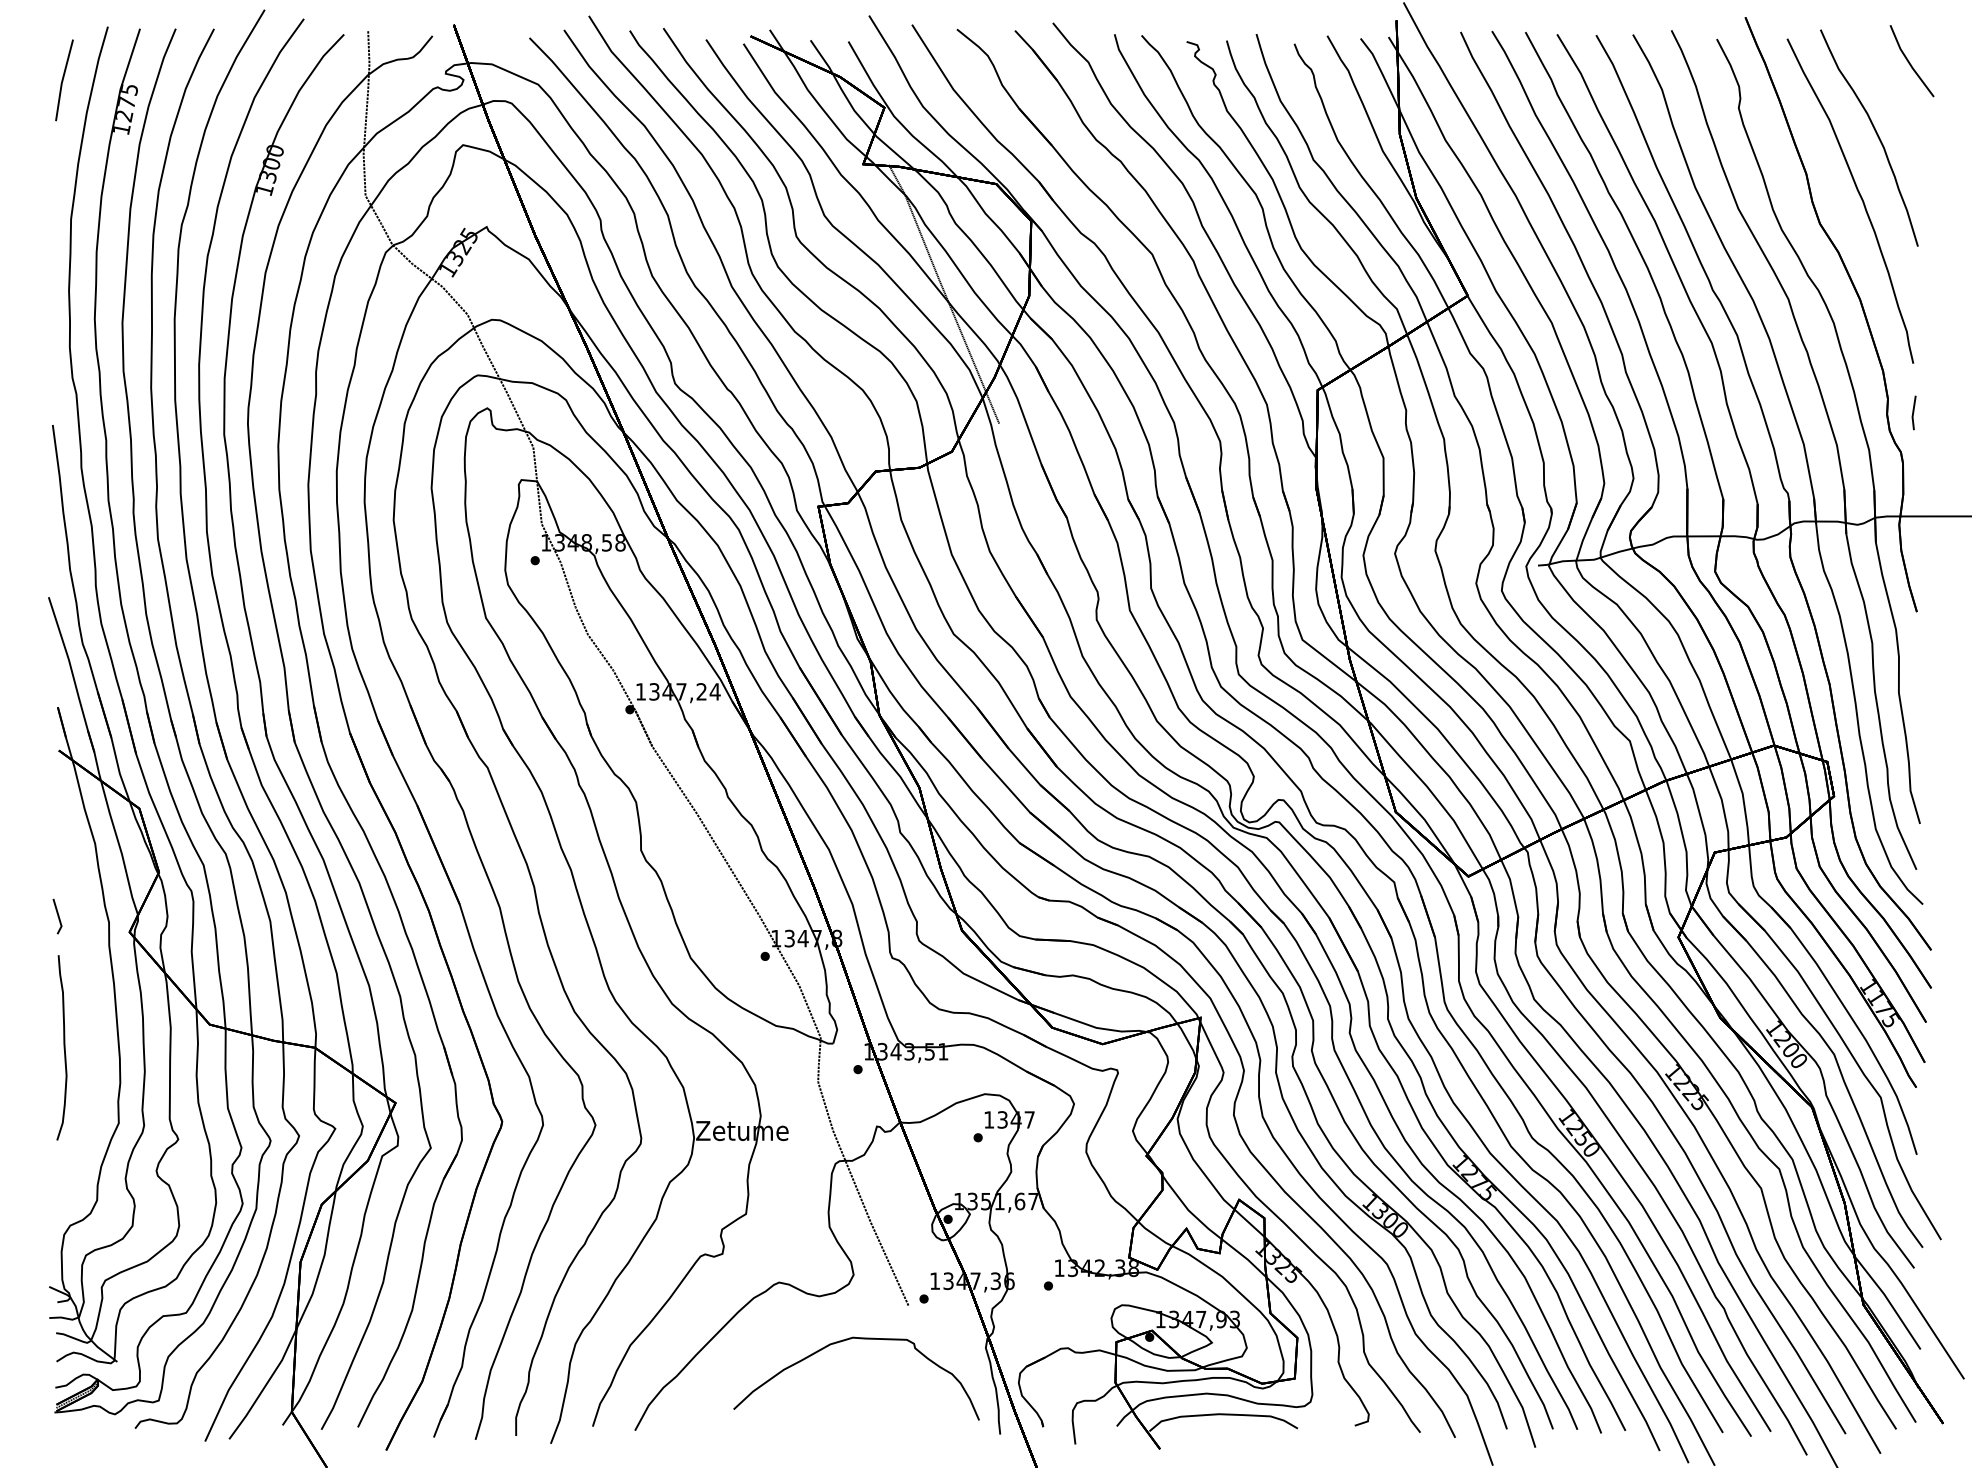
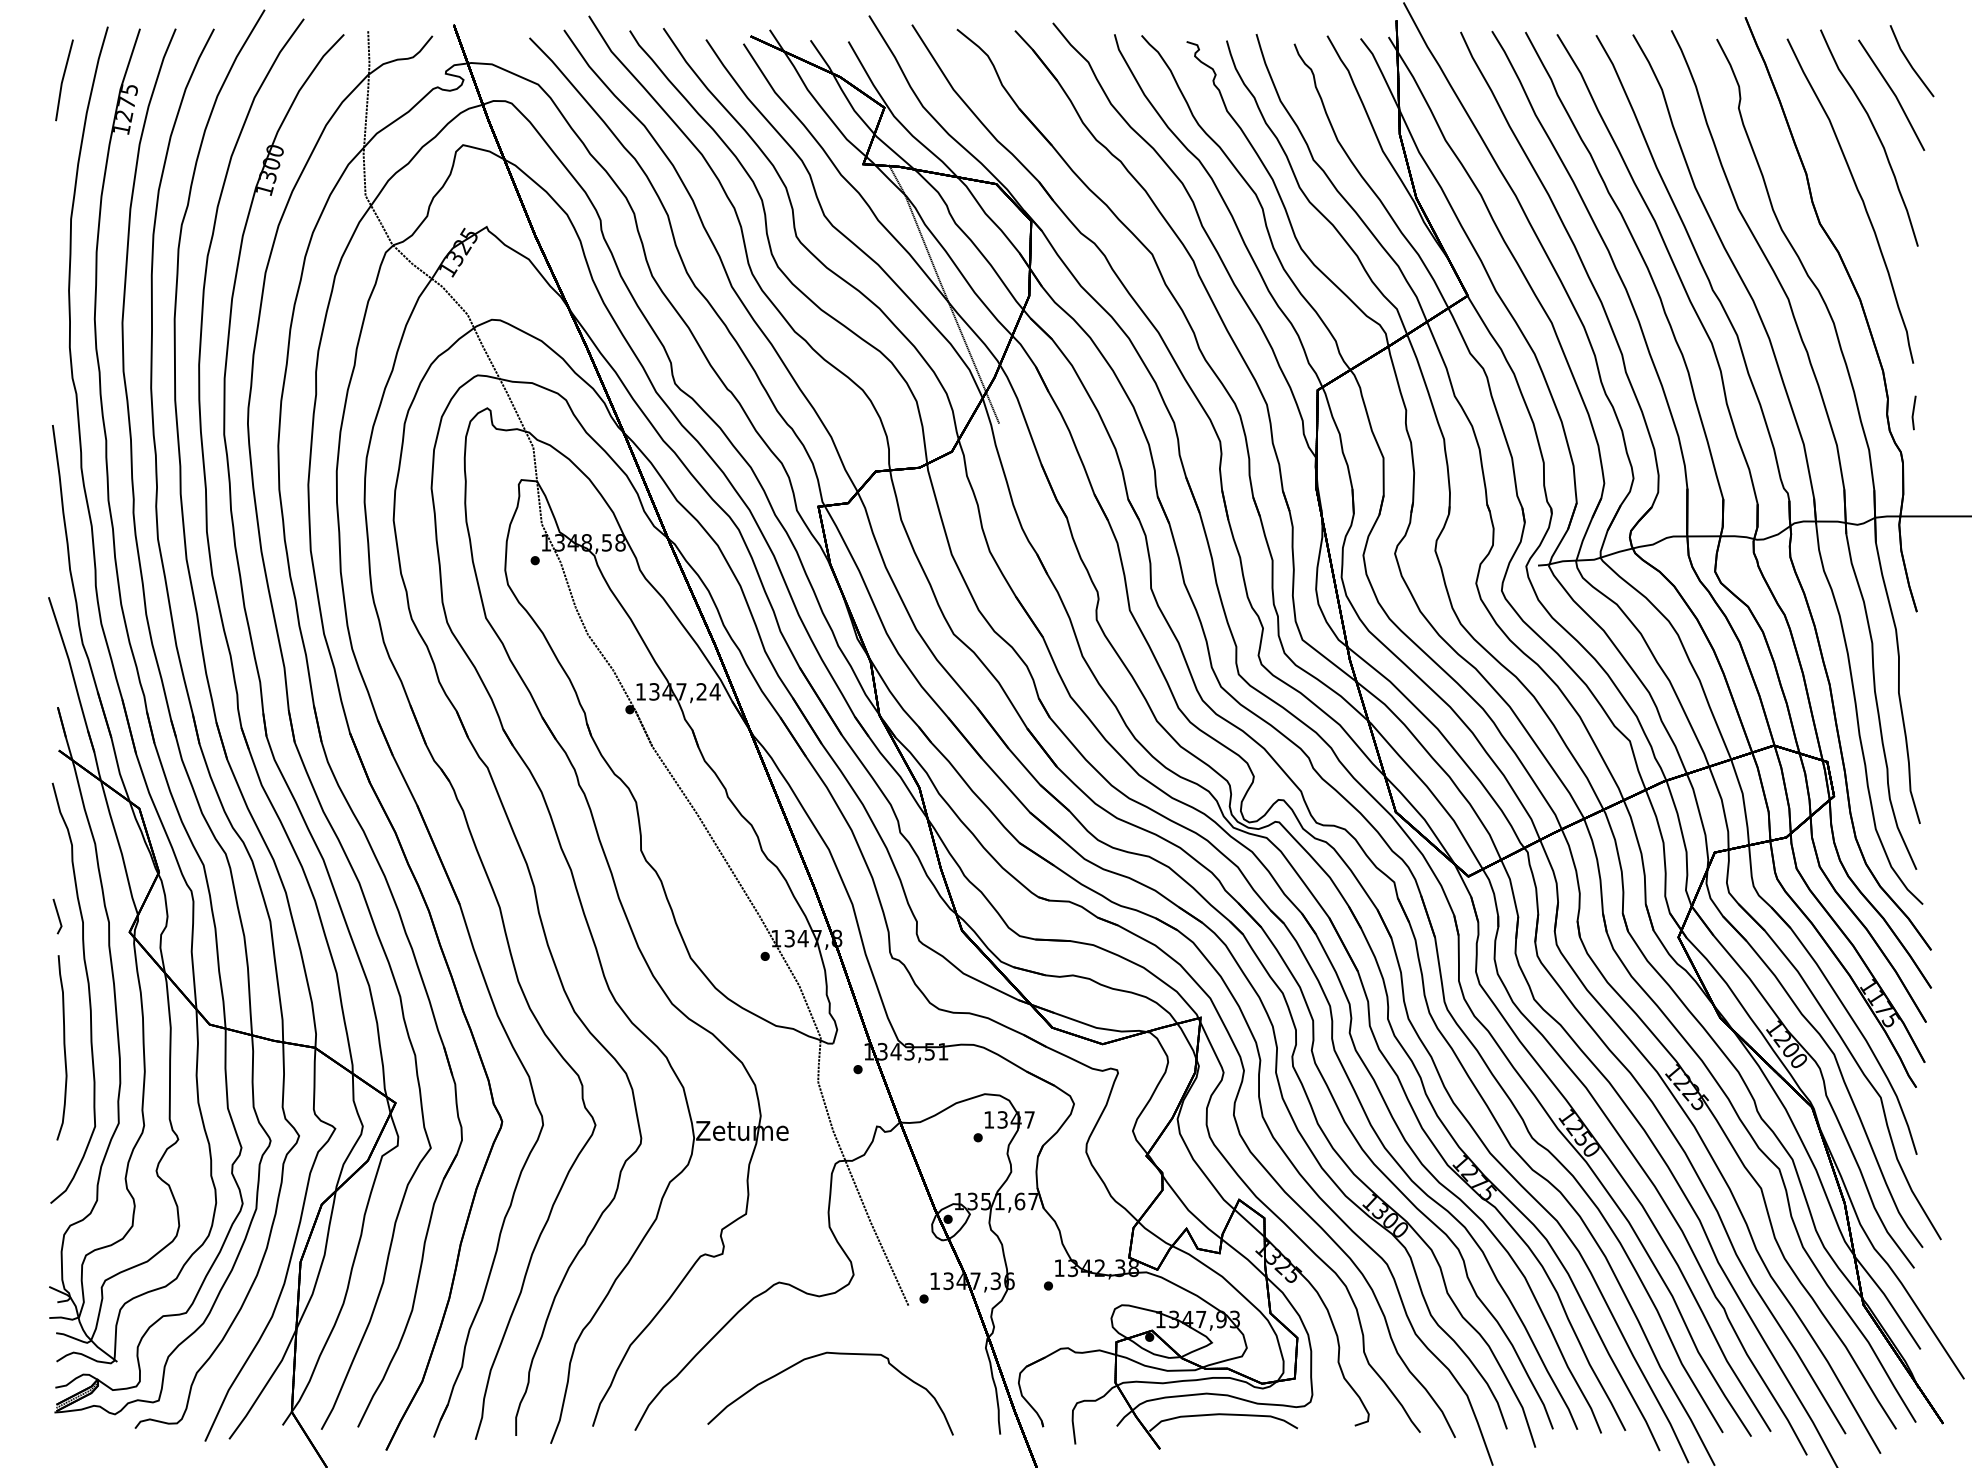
part at (1891, 94): none -> present
part at (88, 992): none -> present
curve at (844, 1341) position: (844, 1341) -> (818, 1356)
